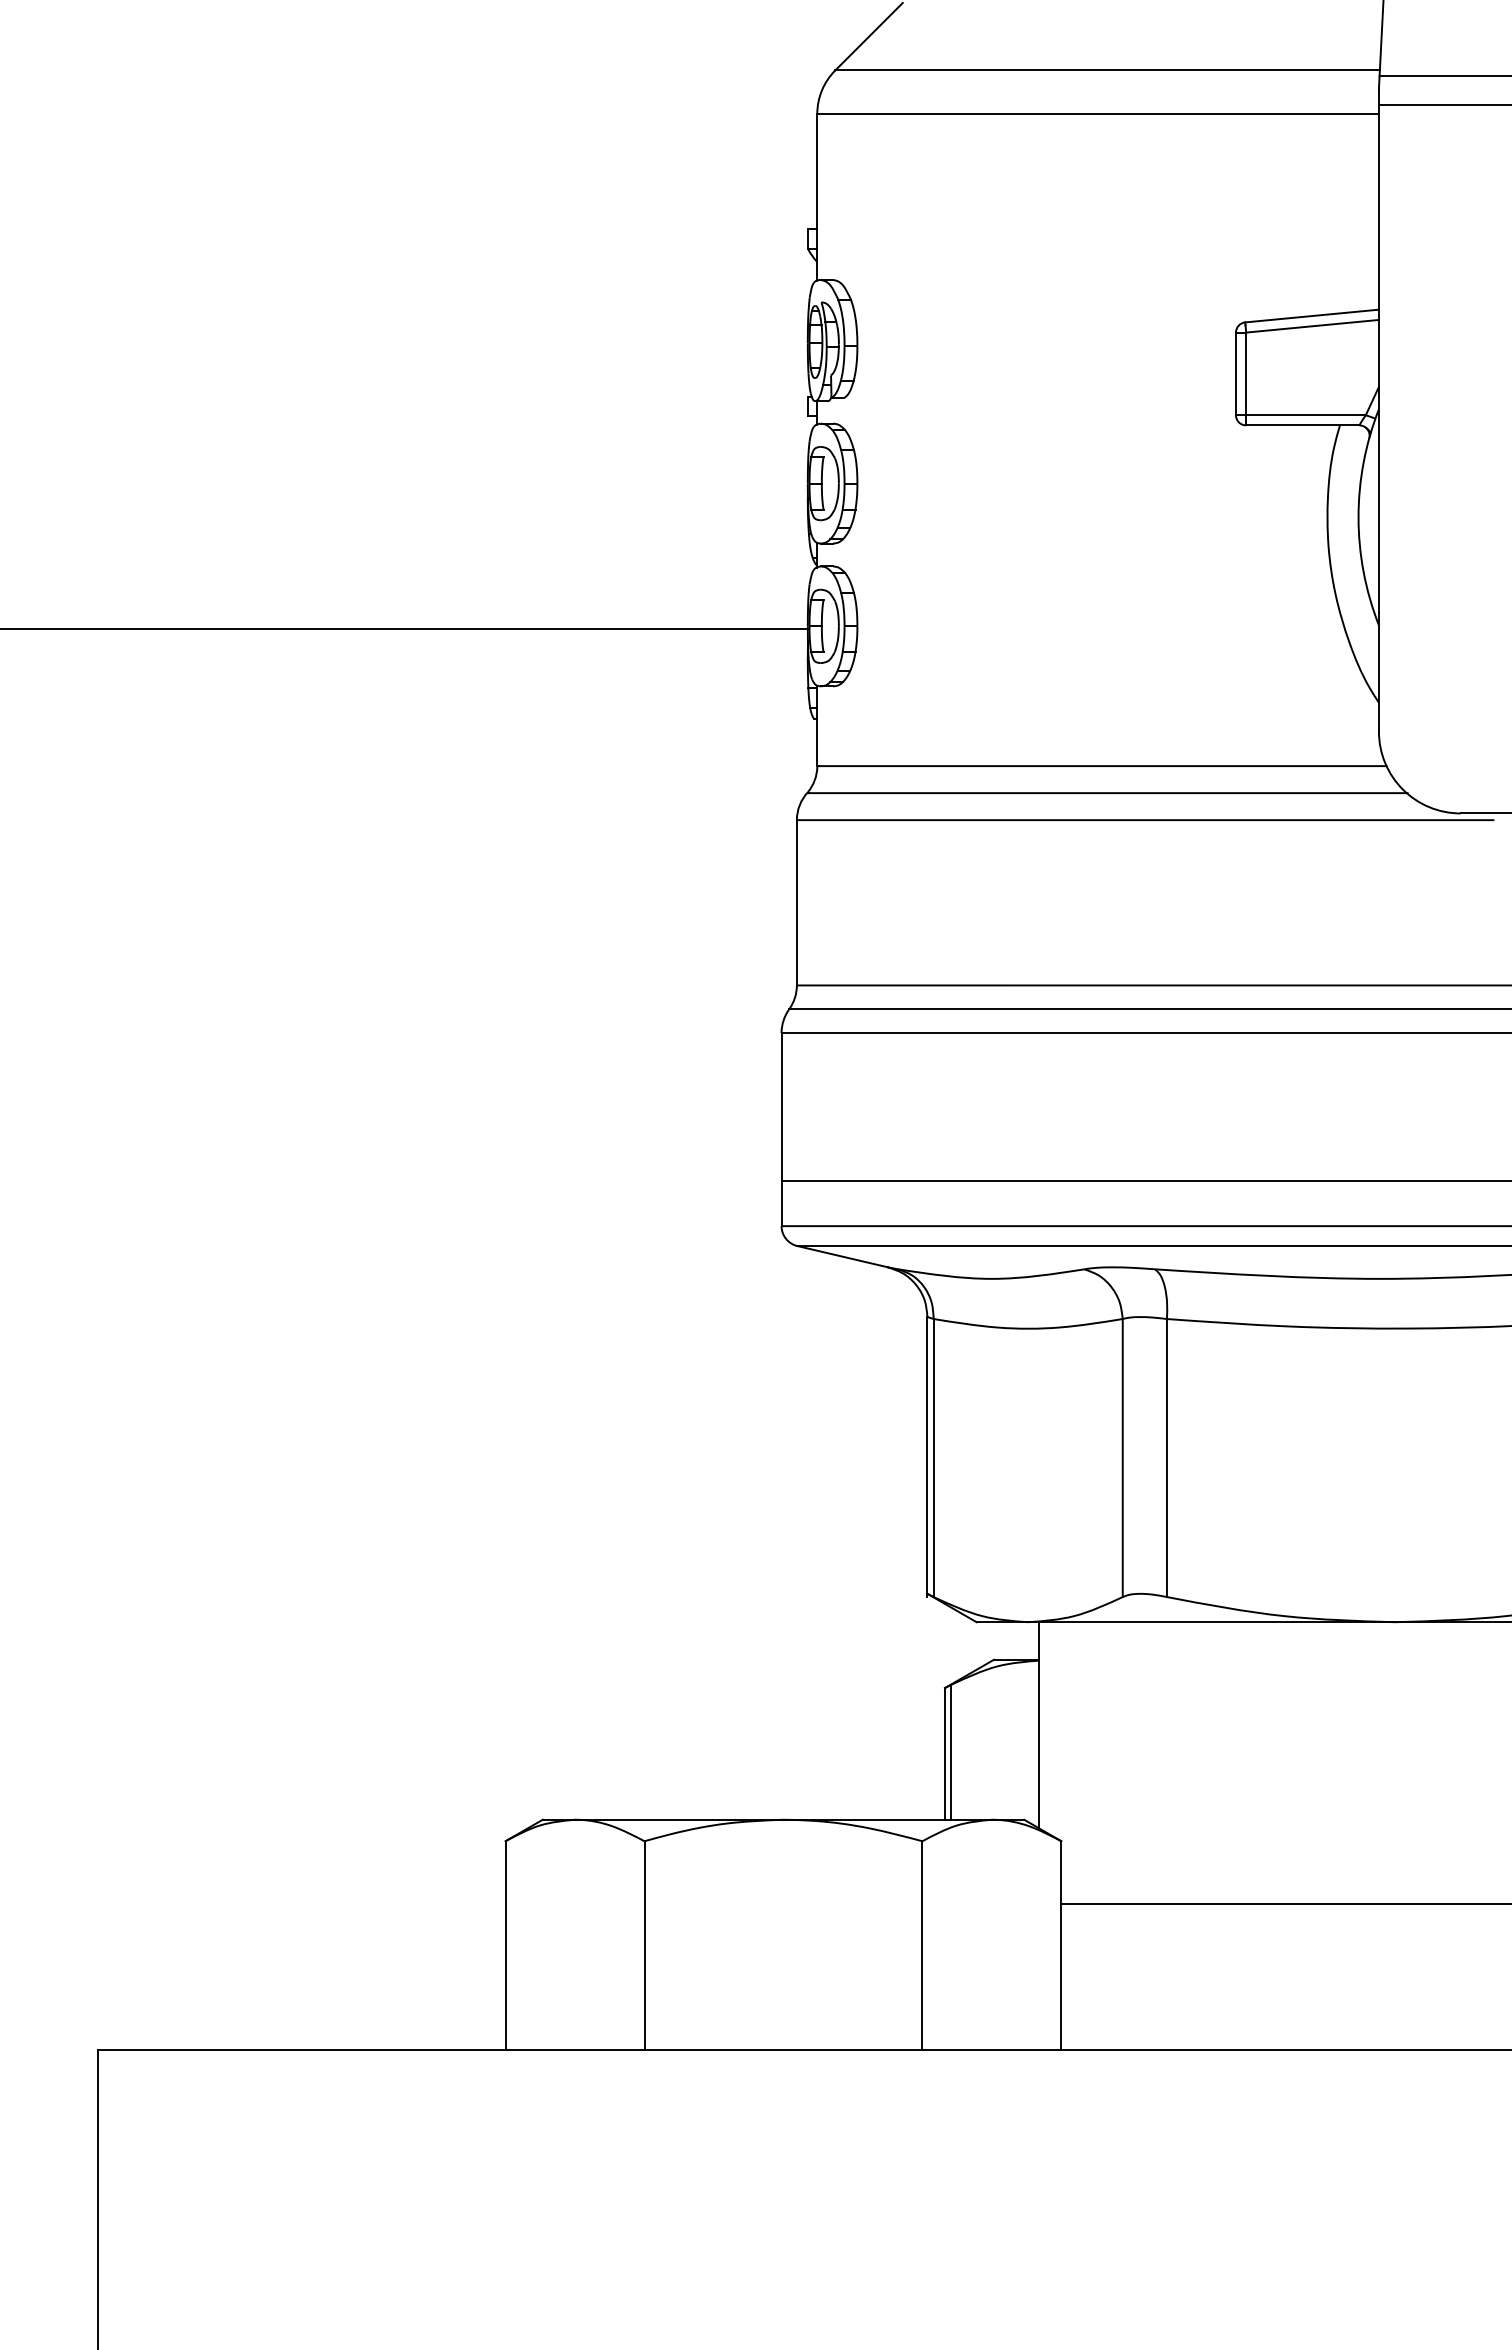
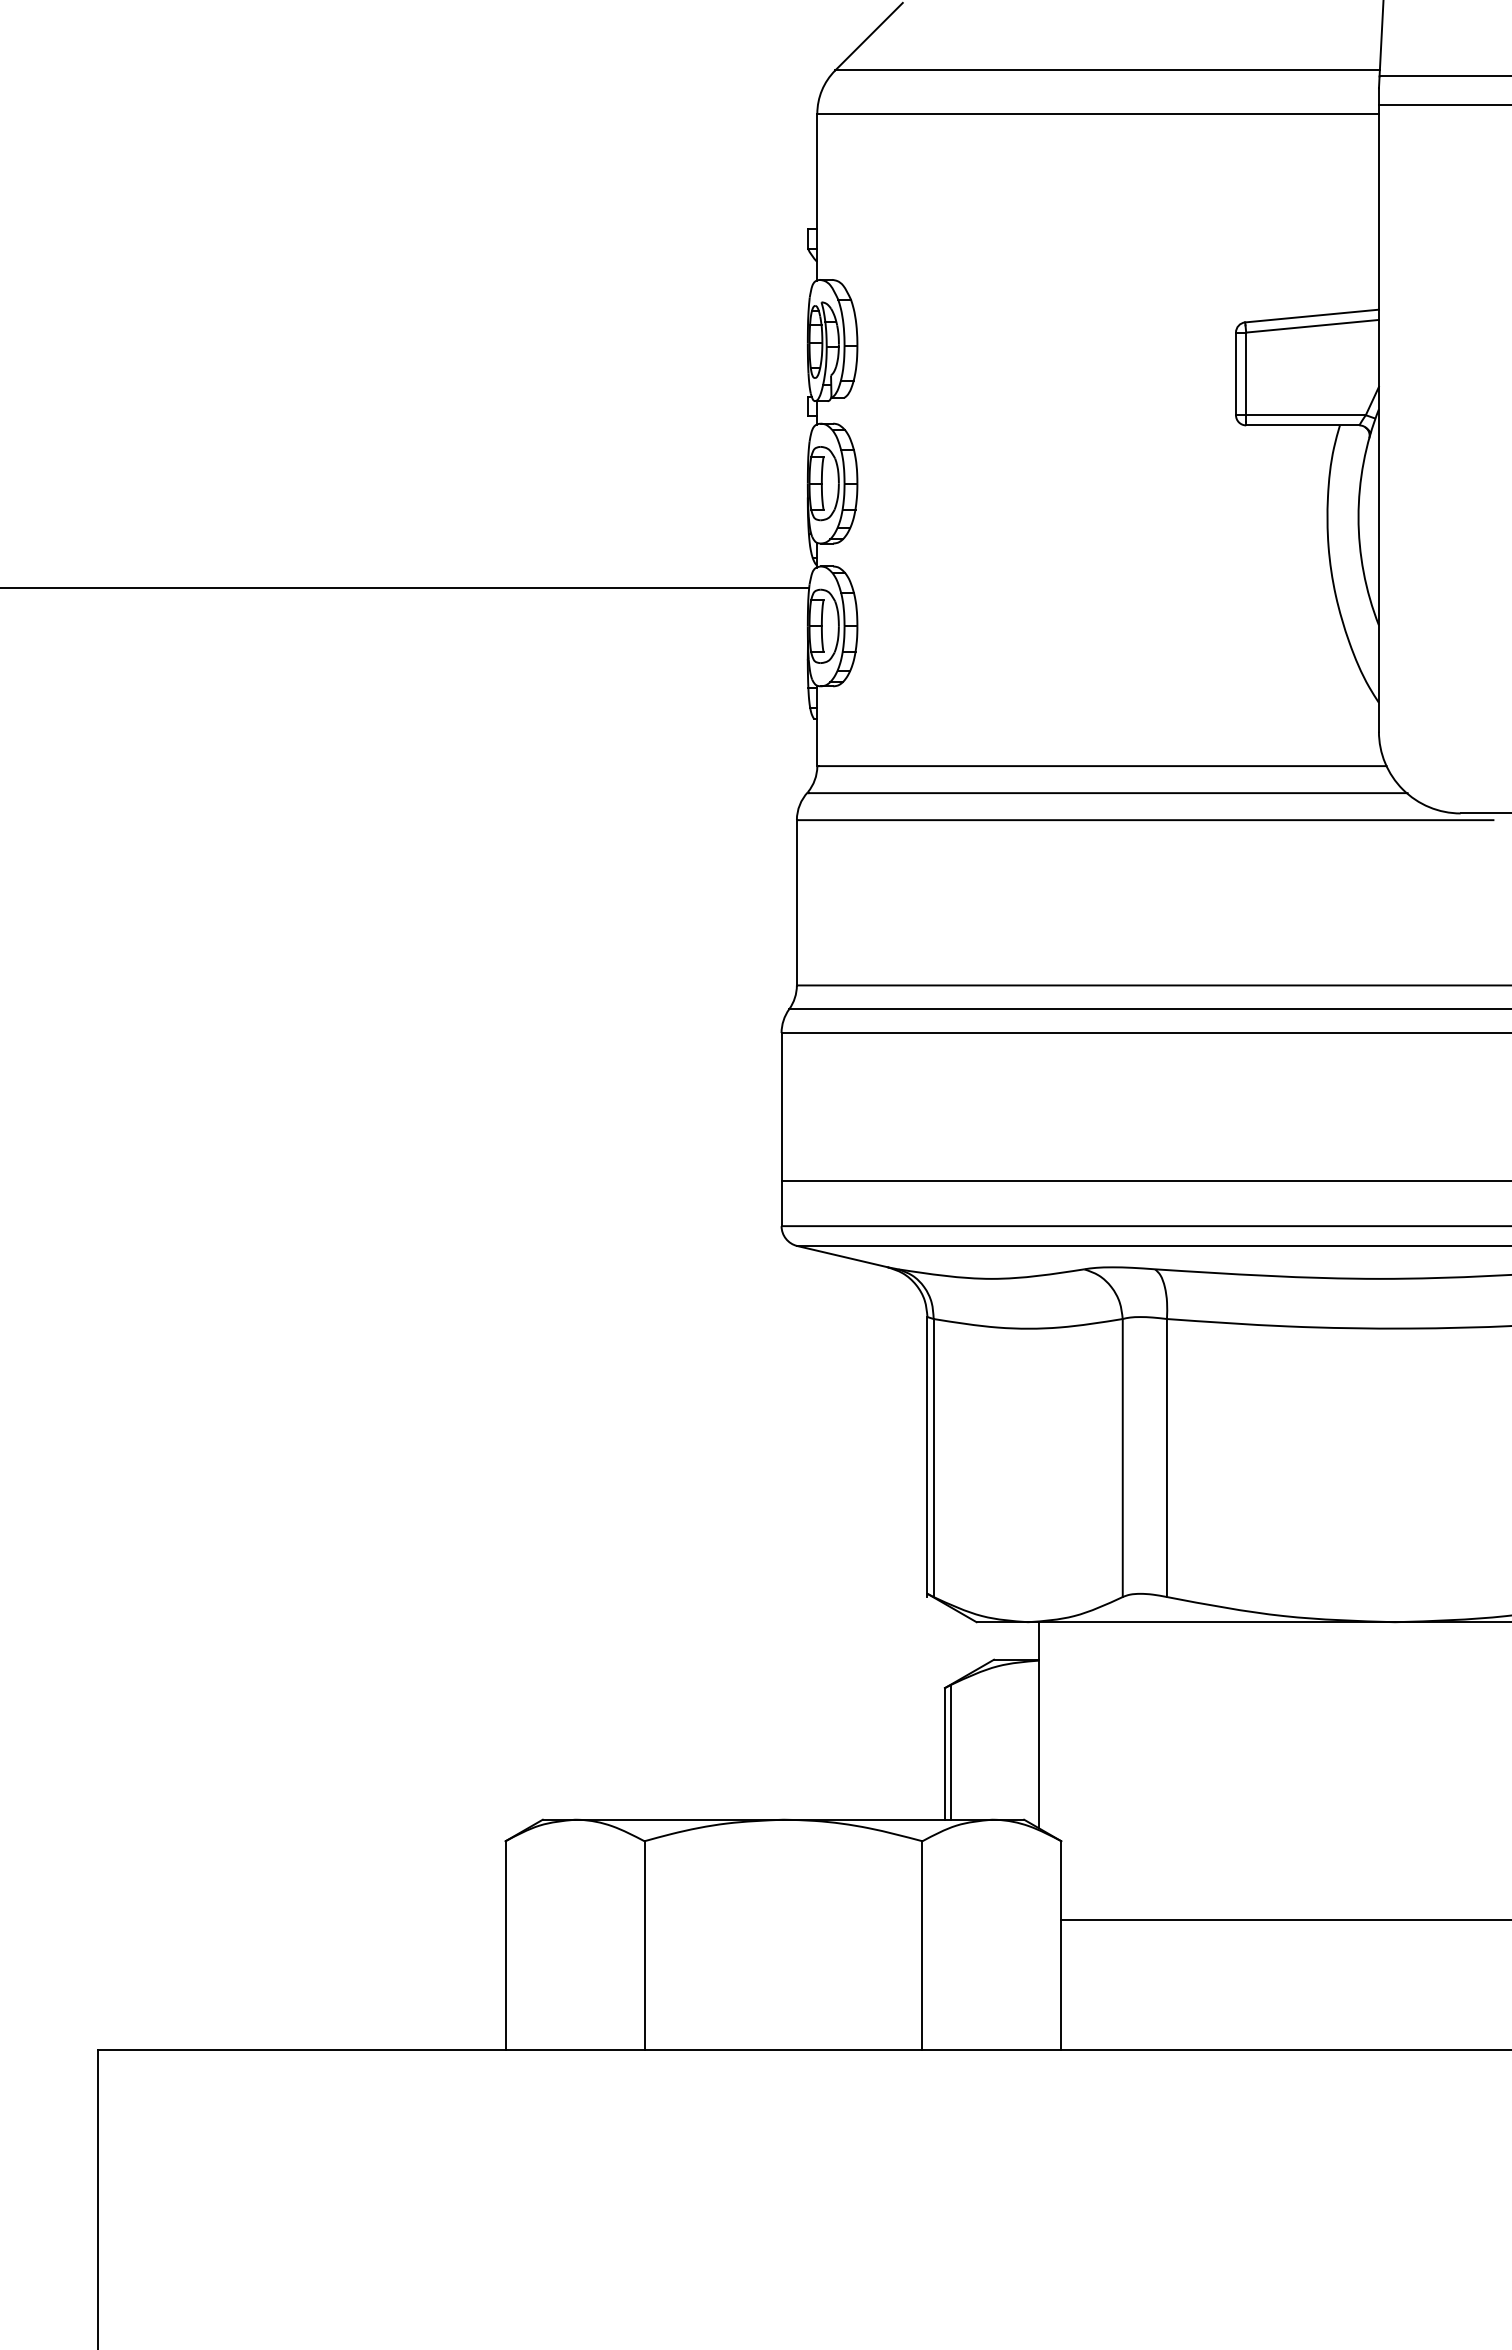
line at (405, 628) position: (405, 628) -> (405, 587)
line at (1284, 1904) position: (1284, 1904) -> (1284, 1920)
